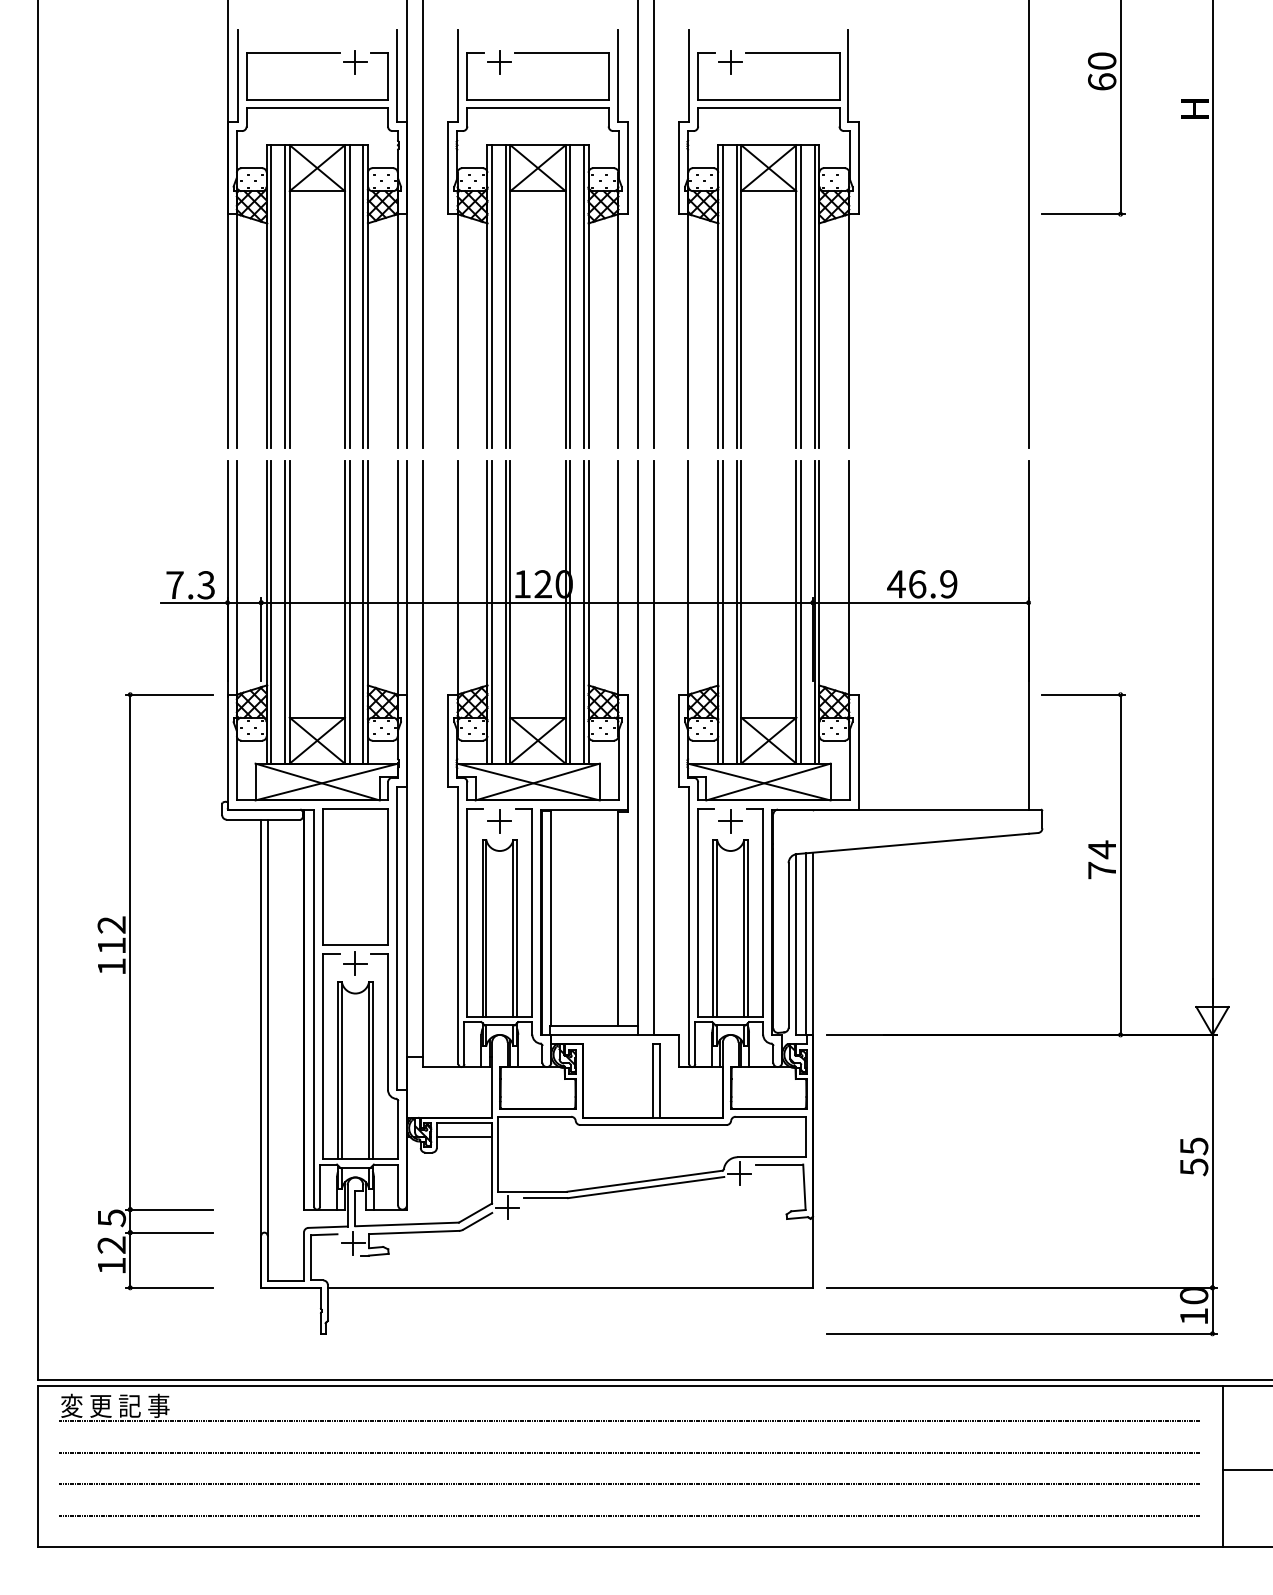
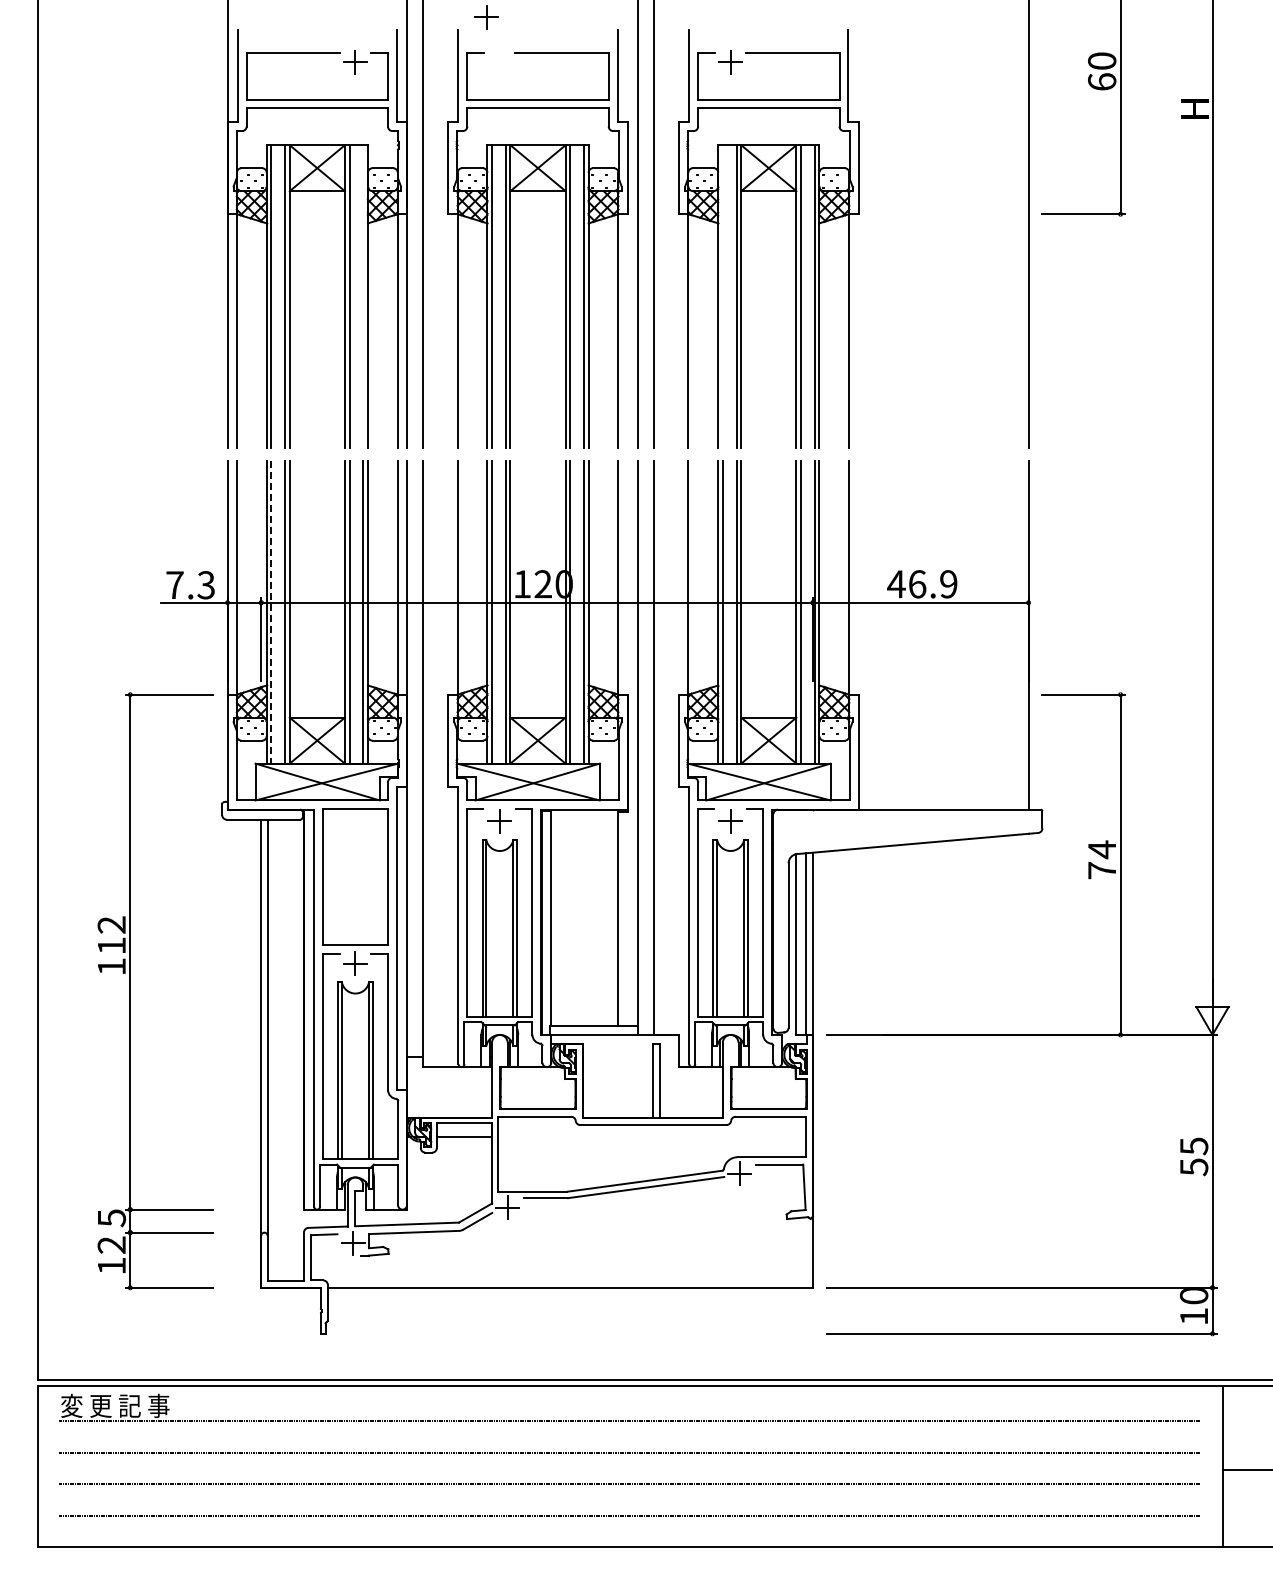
part at (499, 62) position: (499, 62) -> (486, 17)
line at (363, 296): present -> none
line at (722, 296): present -> none
line at (271, 612): solid -> dashed
